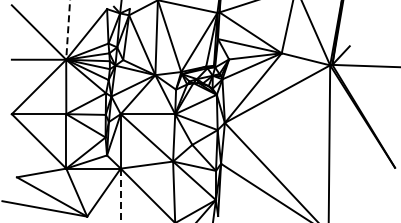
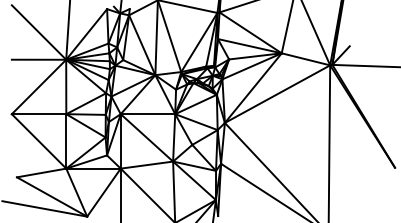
line at (68, 30): dashed -> solid
line at (120, 195): dashed -> solid
